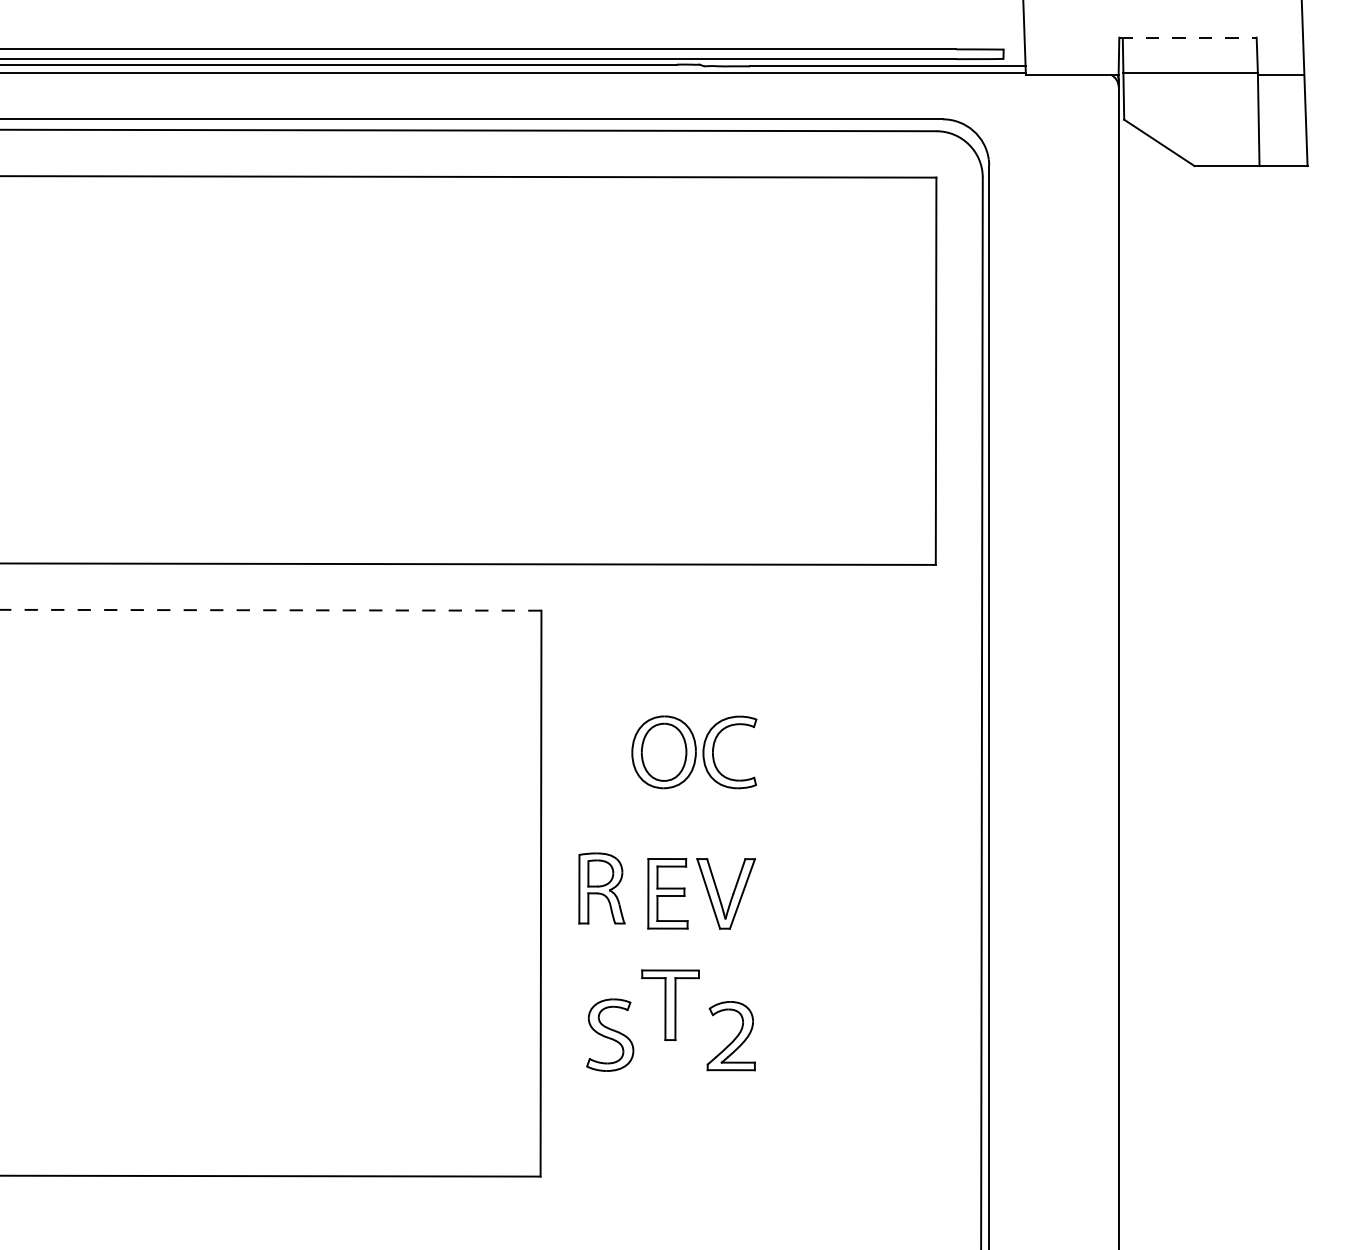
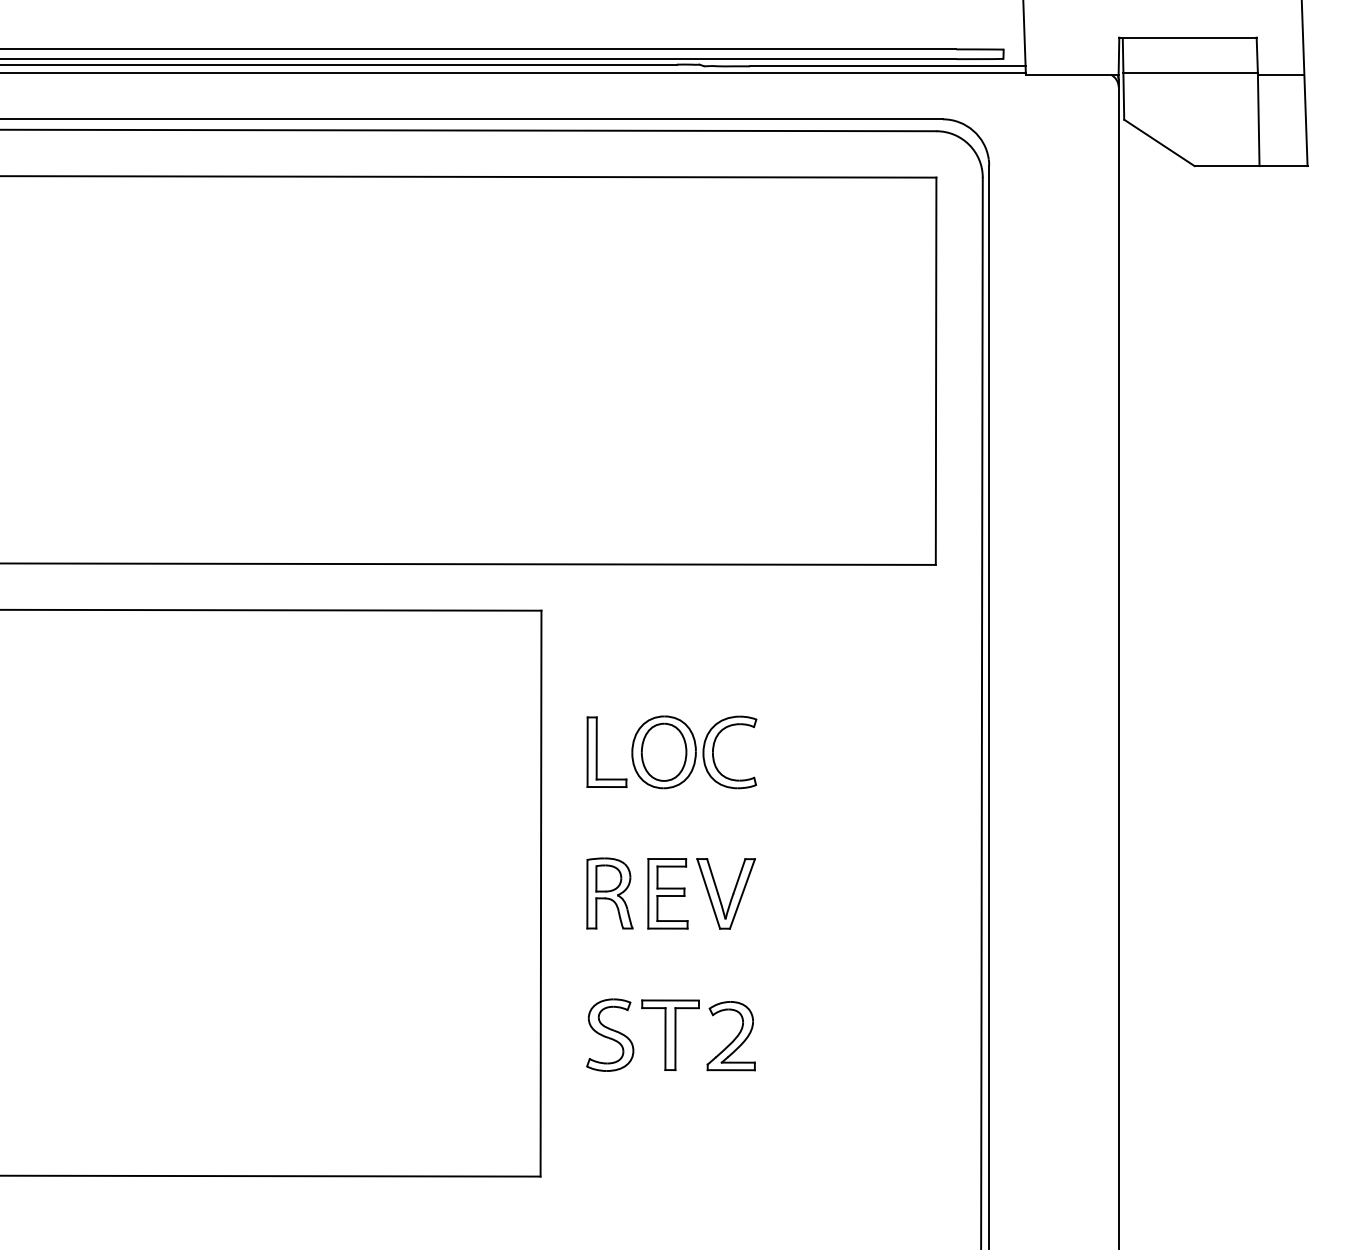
line at (1187, 37): dashed -> solid
line at (270, 610): dashed -> solid
part at (597, 751): none -> present
part at (601, 888) position: (601, 888) -> (609, 893)
part at (670, 1005) position: (670, 1005) -> (670, 1035)
